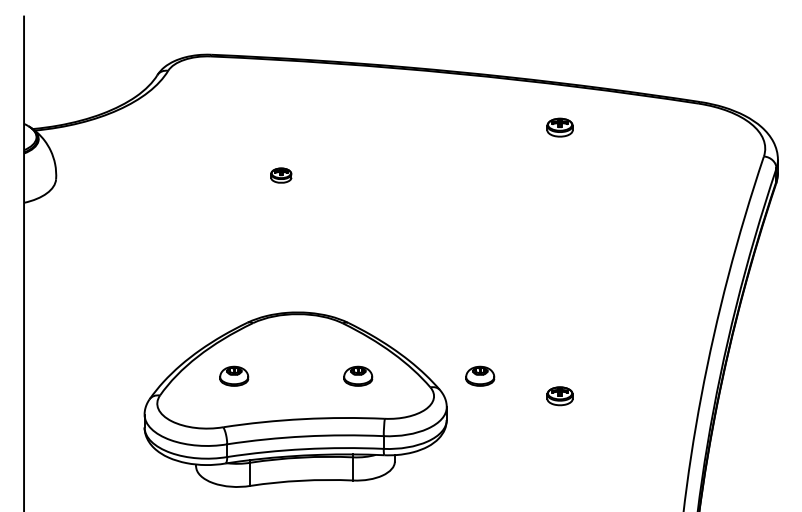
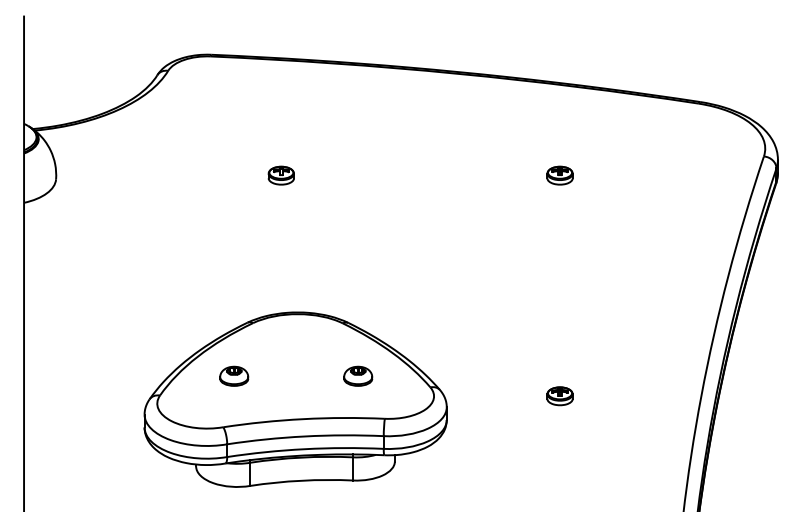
part at (559, 127) position: (559, 127) -> (559, 175)
part at (281, 175) size: 23x17 px -> 28x21 px
part at (480, 375): present -> none
